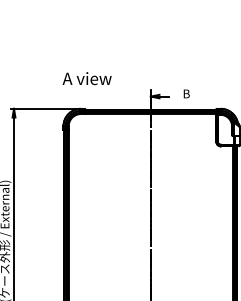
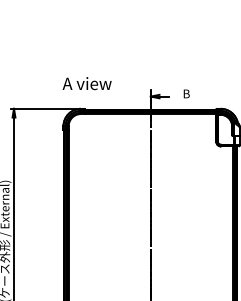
text at (86, 78) position: (86, 78) -> (86, 83)
